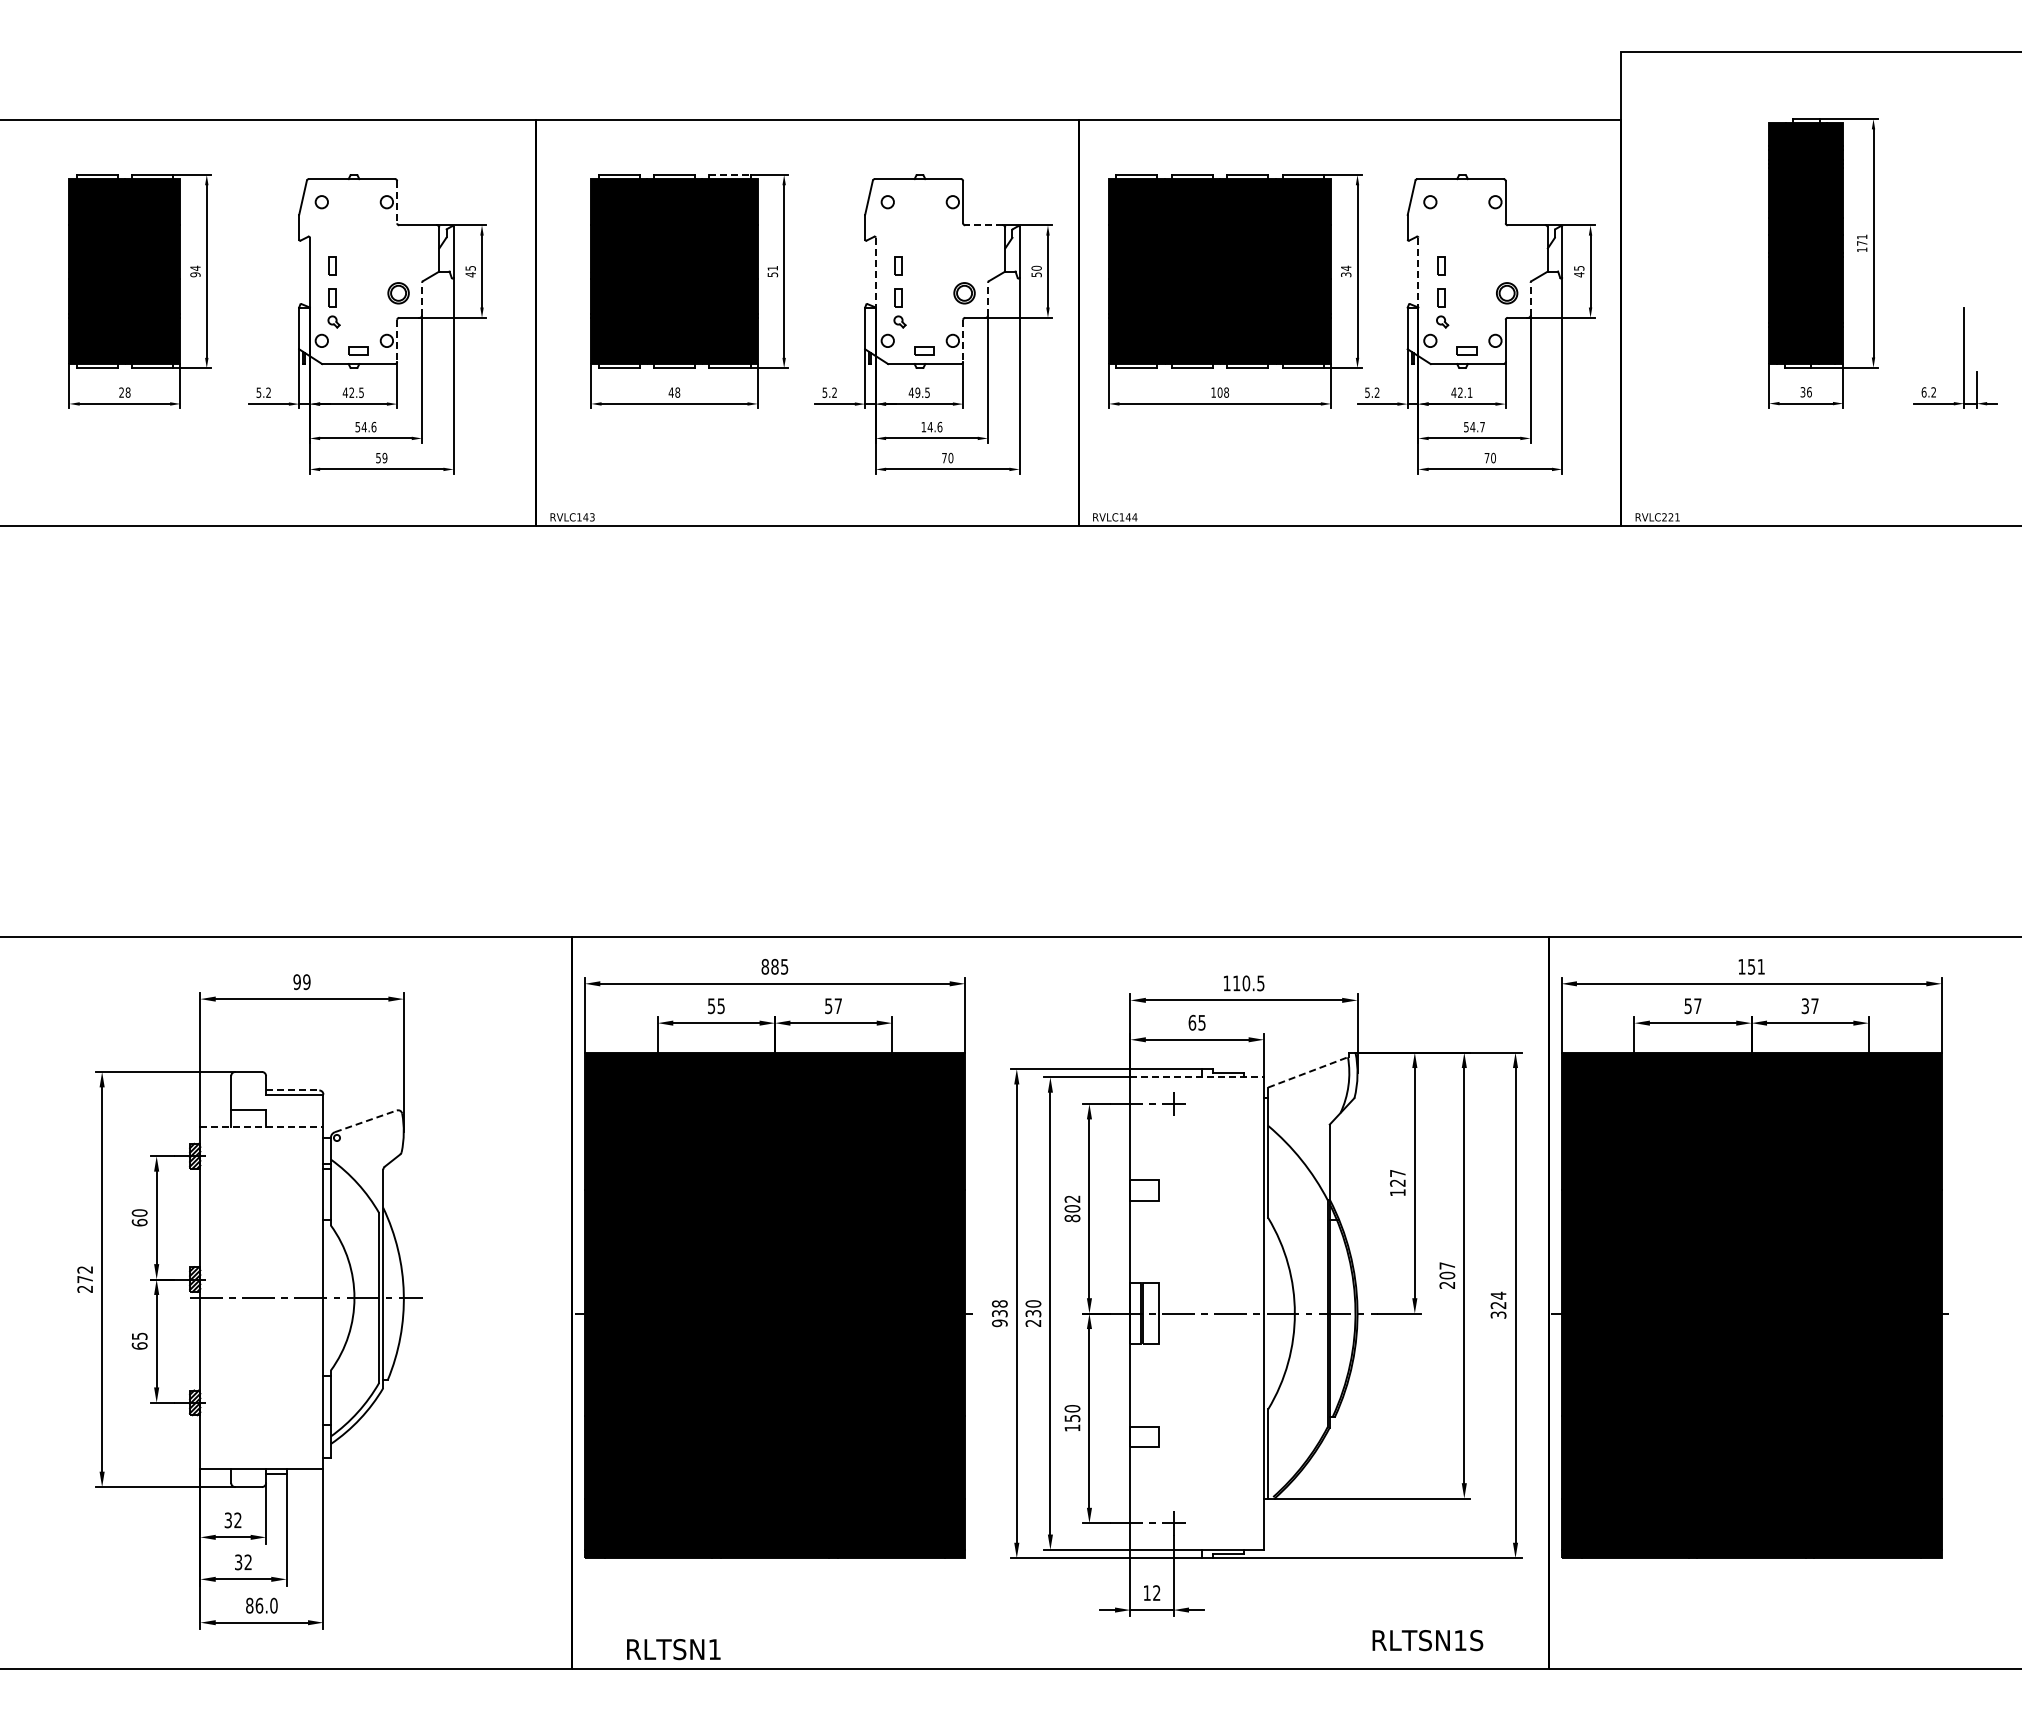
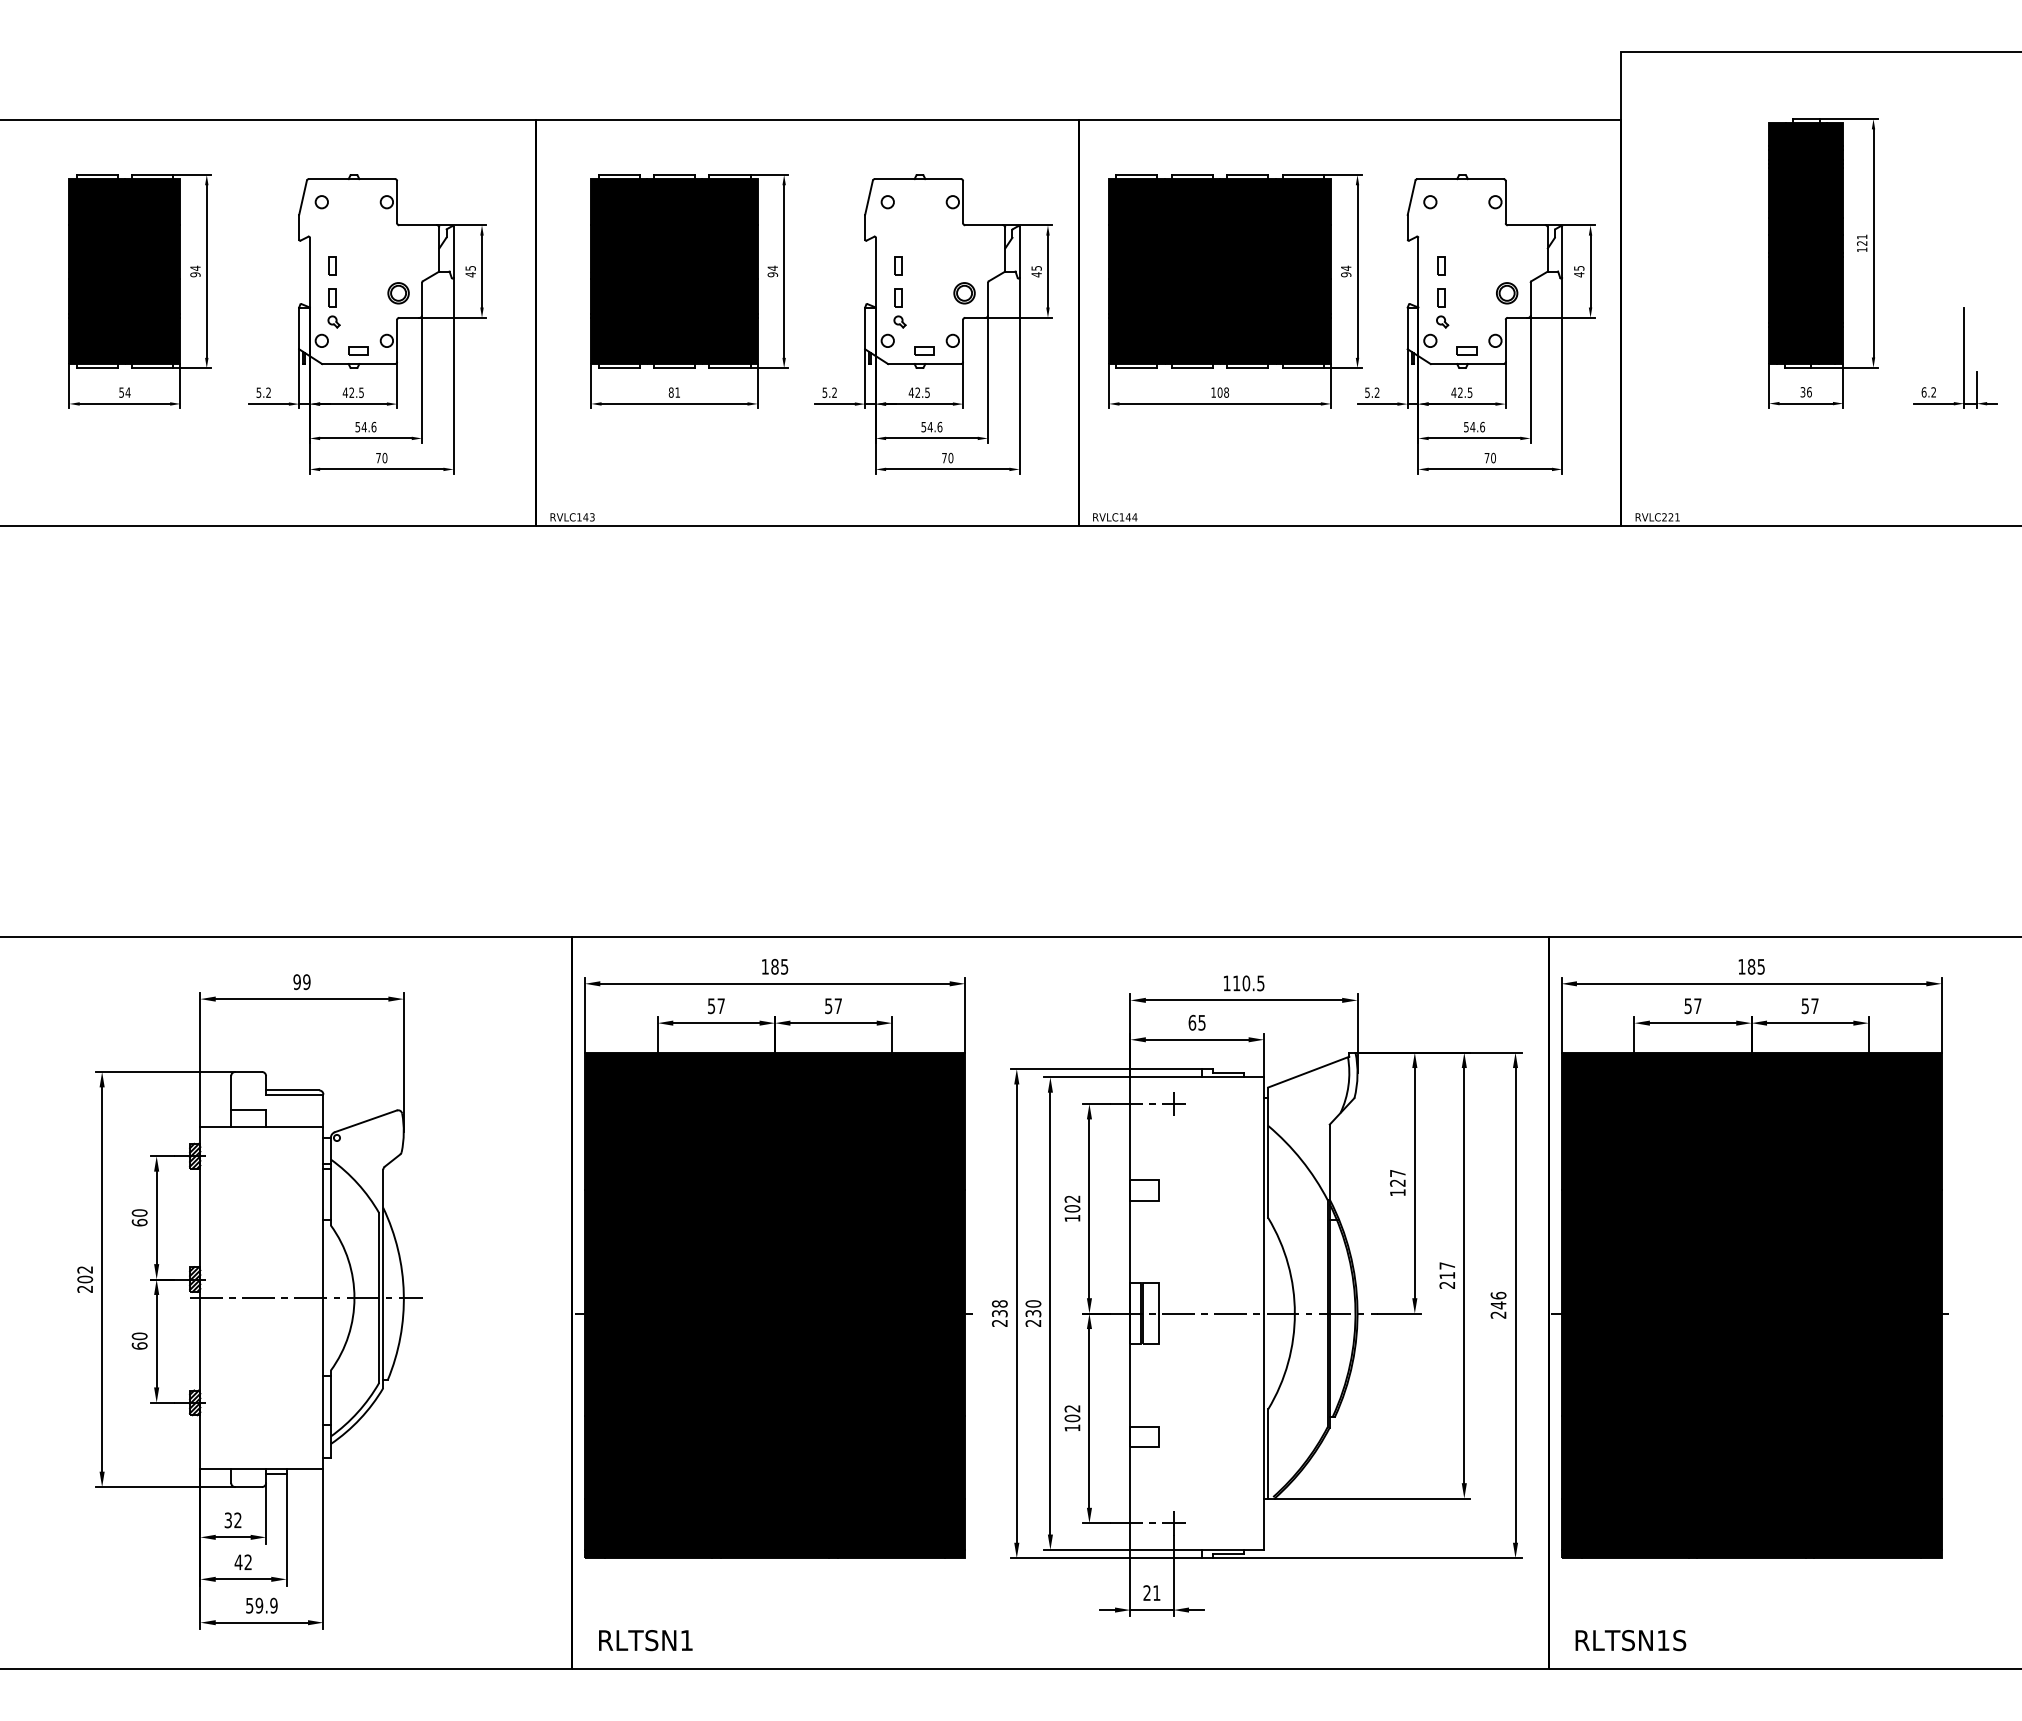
line at (730, 174): dashed -> solid
line at (397, 202): dashed -> solid
line at (983, 225): dashed -> solid
text at (1862, 243): 171 -> 121
text at (772, 271): 51 -> 94
text at (1036, 271): 50 -> 45
line at (875, 272): dashed -> solid
line at (1418, 272): dashed -> solid
text at (1346, 274): 34 -> 94
line at (422, 298): dashed -> solid
line at (988, 298): dashed -> solid
line at (1530, 298): dashed -> solid
line at (397, 341): dashed -> solid
line at (963, 341): dashed -> solid
text at (124, 392): 28 -> 54
text at (674, 392): 48 -> 81
text at (917, 392): 49.5 -> 42.5
text at (1469, 392): 42.1 -> 42.5
text at (1482, 426): 54.7 -> 54.6
text at (923, 427): 14.6 -> 54.6
text at (381, 458): 59 -> 70
text at (765, 966): 885 -> 185
text at (1755, 966): 151 -> 185
text at (1805, 1005): 37 -> 57
text at (720, 1006): 55 -> 57
line at (1309, 1071): dashed -> solid
line at (1197, 1077): dashed -> solid
line at (292, 1090): dashed -> solid
line at (365, 1121): dashed -> solid
line at (261, 1127): dashed -> solid
text at (1072, 1218): 802 -> 102
text at (1447, 1275): 207 -> 217
text at (85, 1279): 272 -> 202
text at (1498, 1304): 324 -> 246
text at (999, 1323): 938 -> 238
text at (139, 1336): 65 -> 60
text at (1072, 1413): 150 -> 102
text at (238, 1562): 32 -> 42
text at (1151, 1592): 12 -> 21
text at (261, 1605): 86.0 -> 59.9
text at (1427, 1640) position: (1427, 1640) -> (1630, 1640)
text at (673, 1649) position: (673, 1649) -> (645, 1640)
